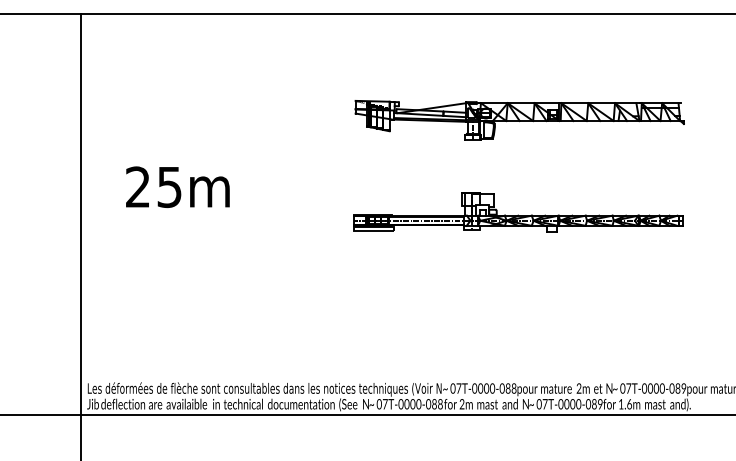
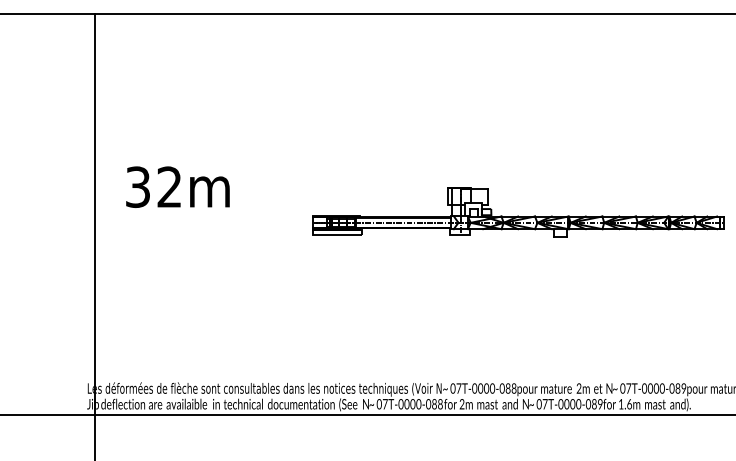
part at (519, 120): present -> none
text at (153, 187): 25m -> 32m
part at (518, 212) size: 331x41 px -> 413x51 px
line at (81, 235) position: (81, 235) -> (95, 235)
